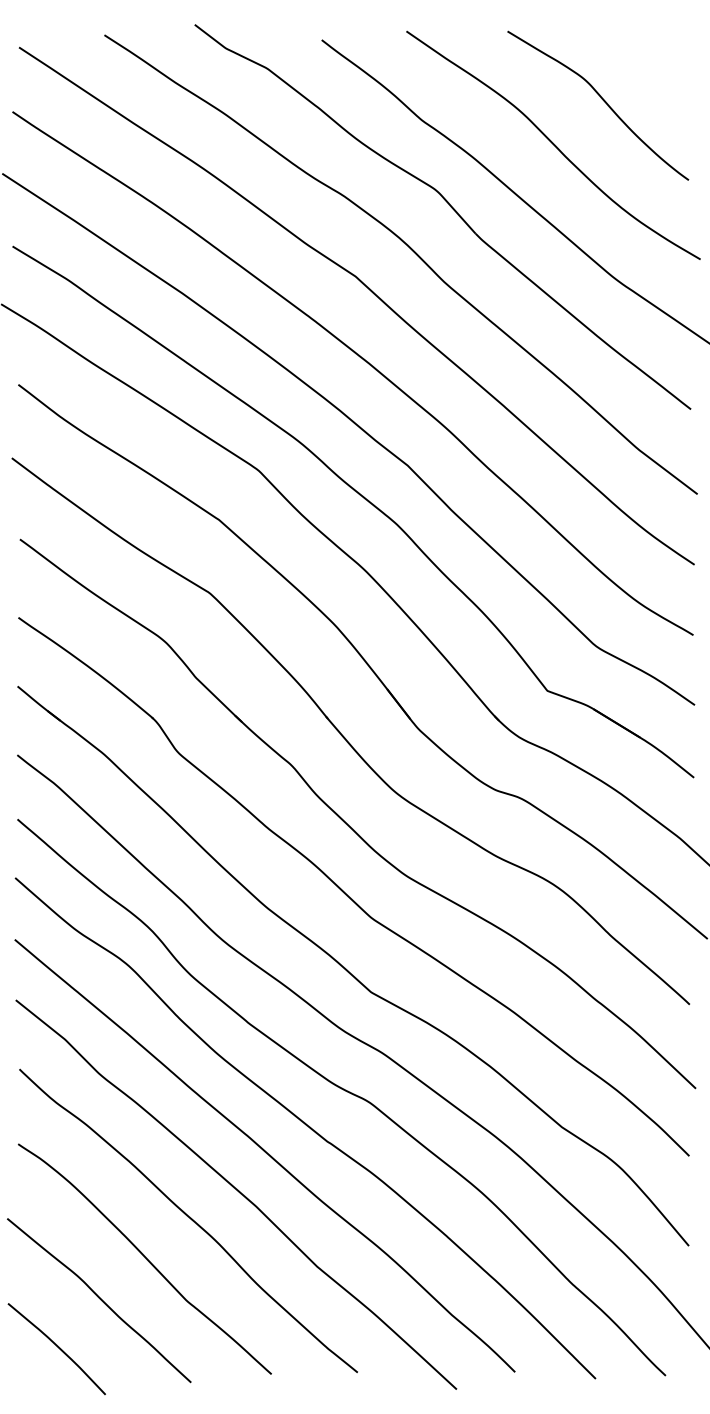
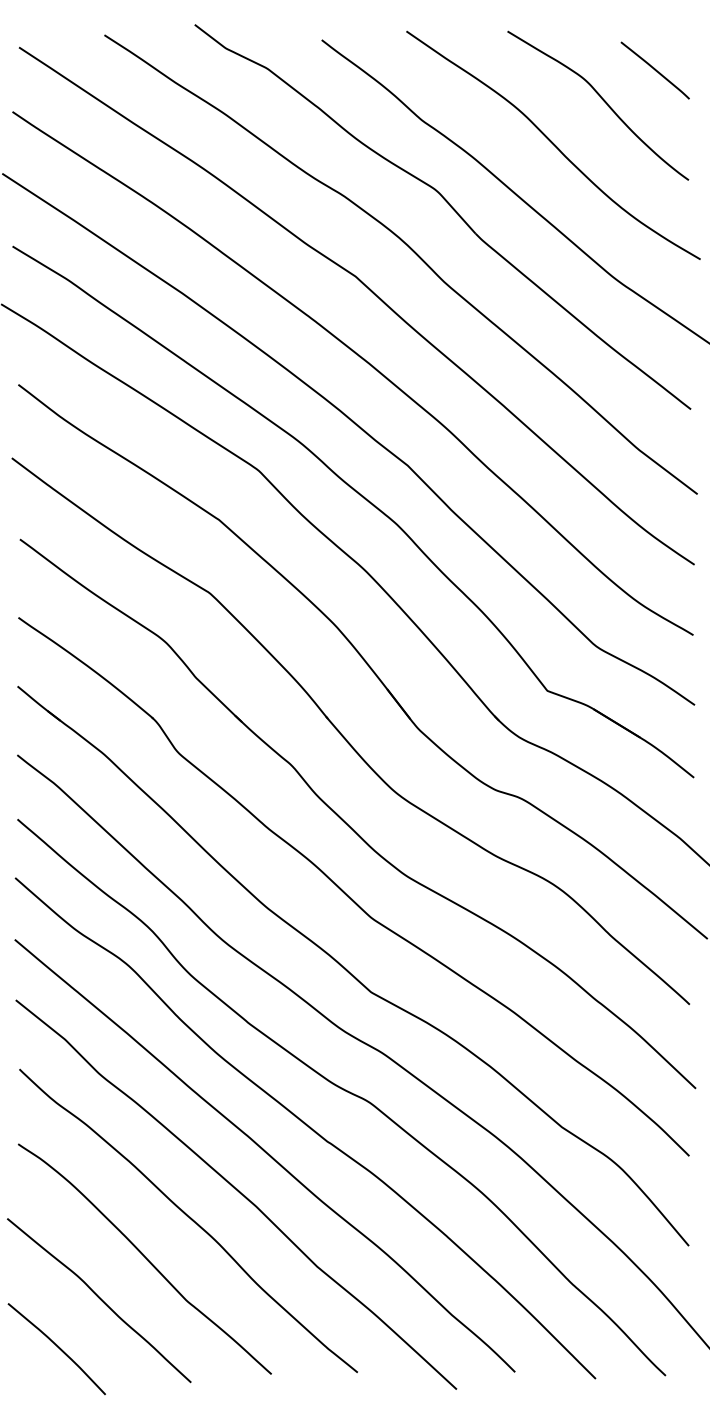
line at (654, 70): none -> present
